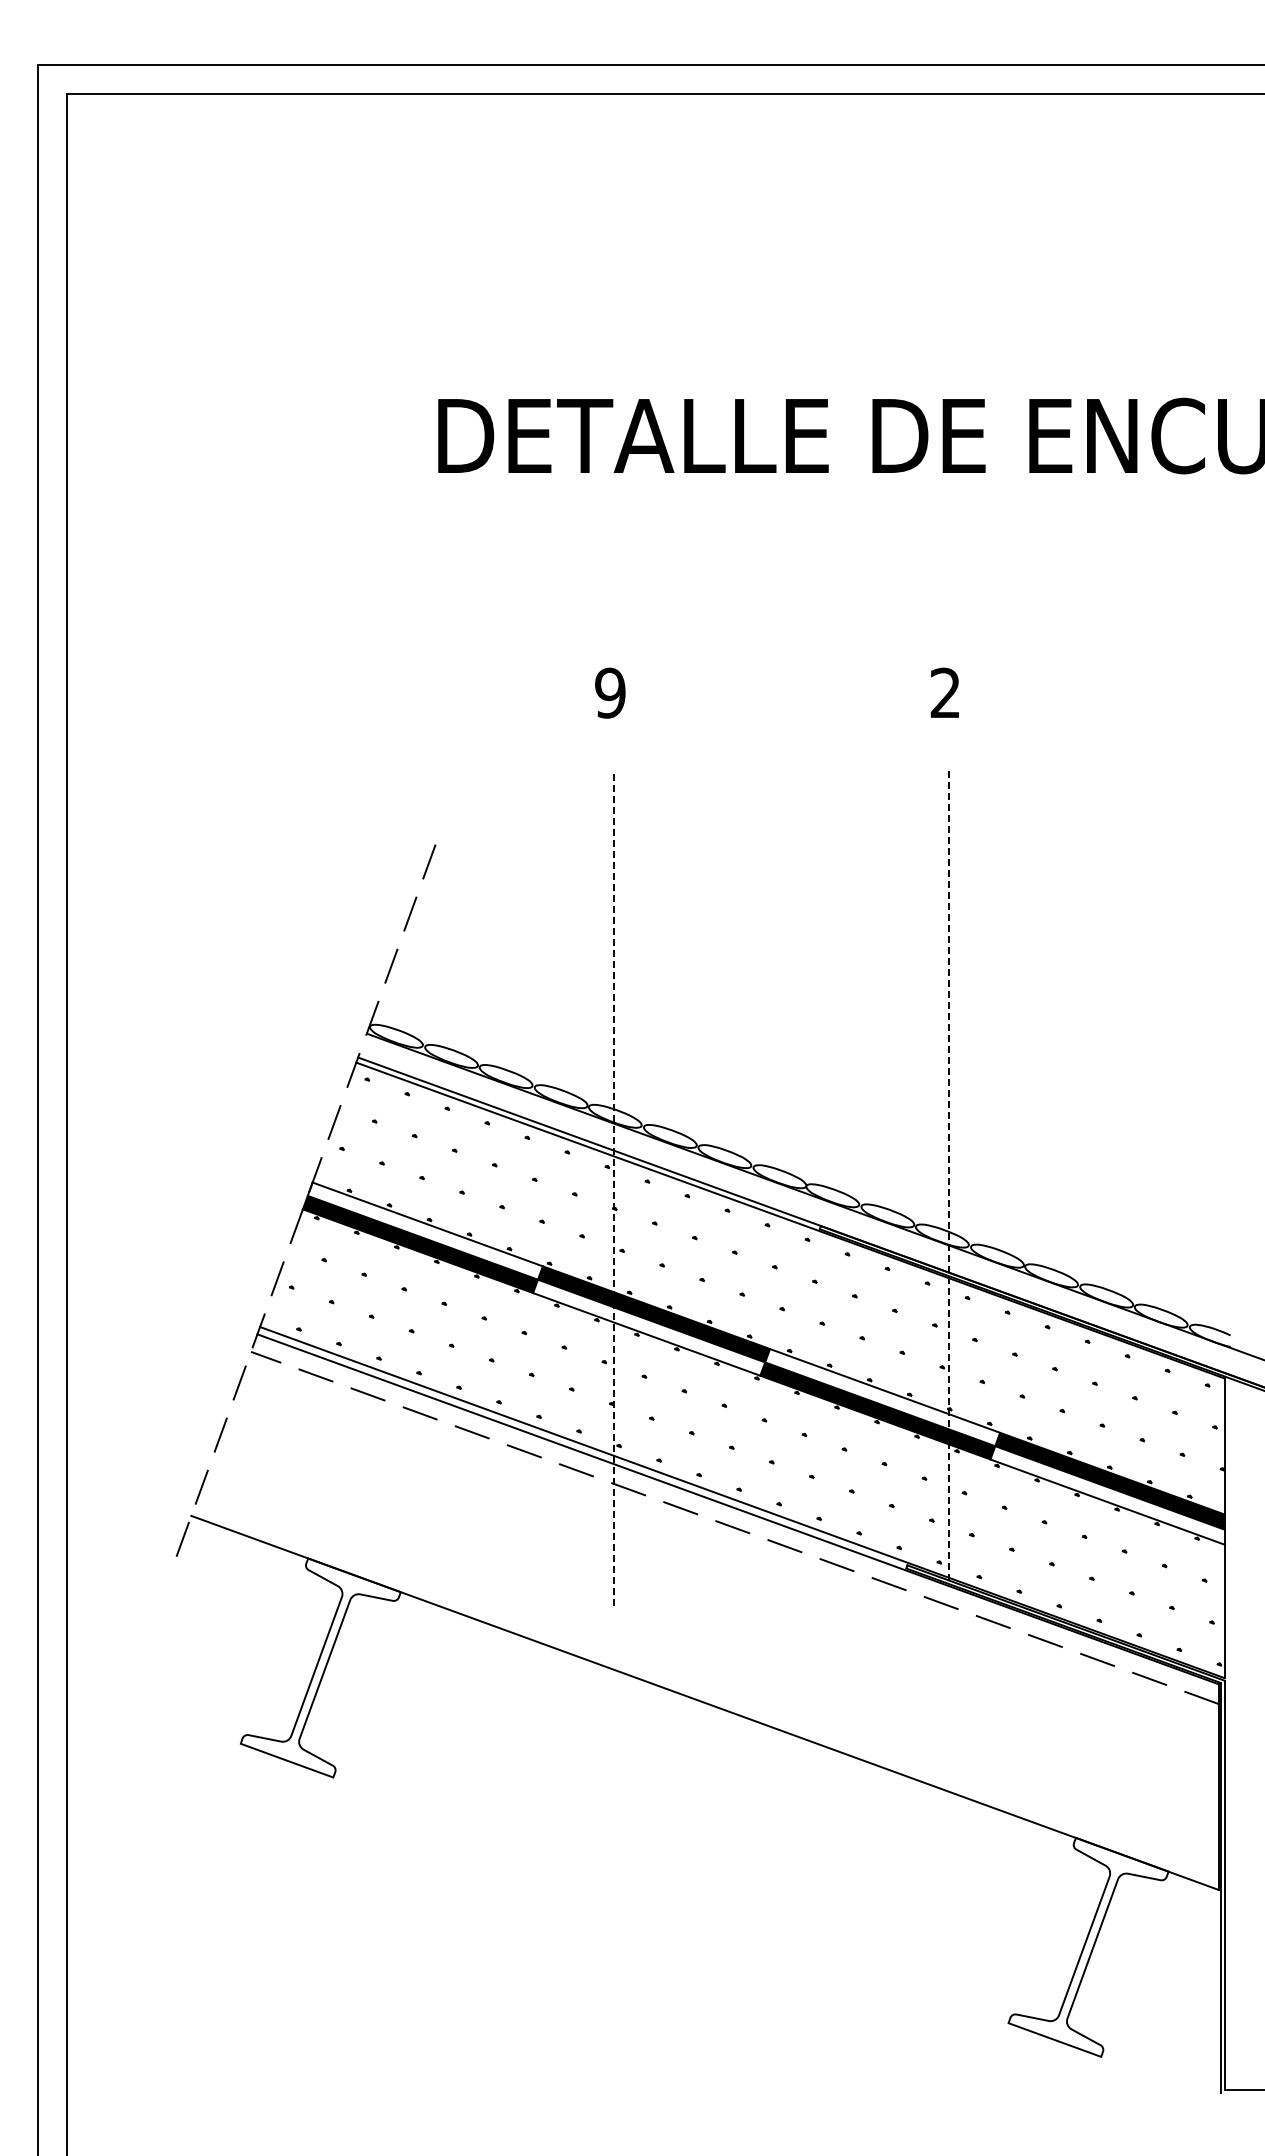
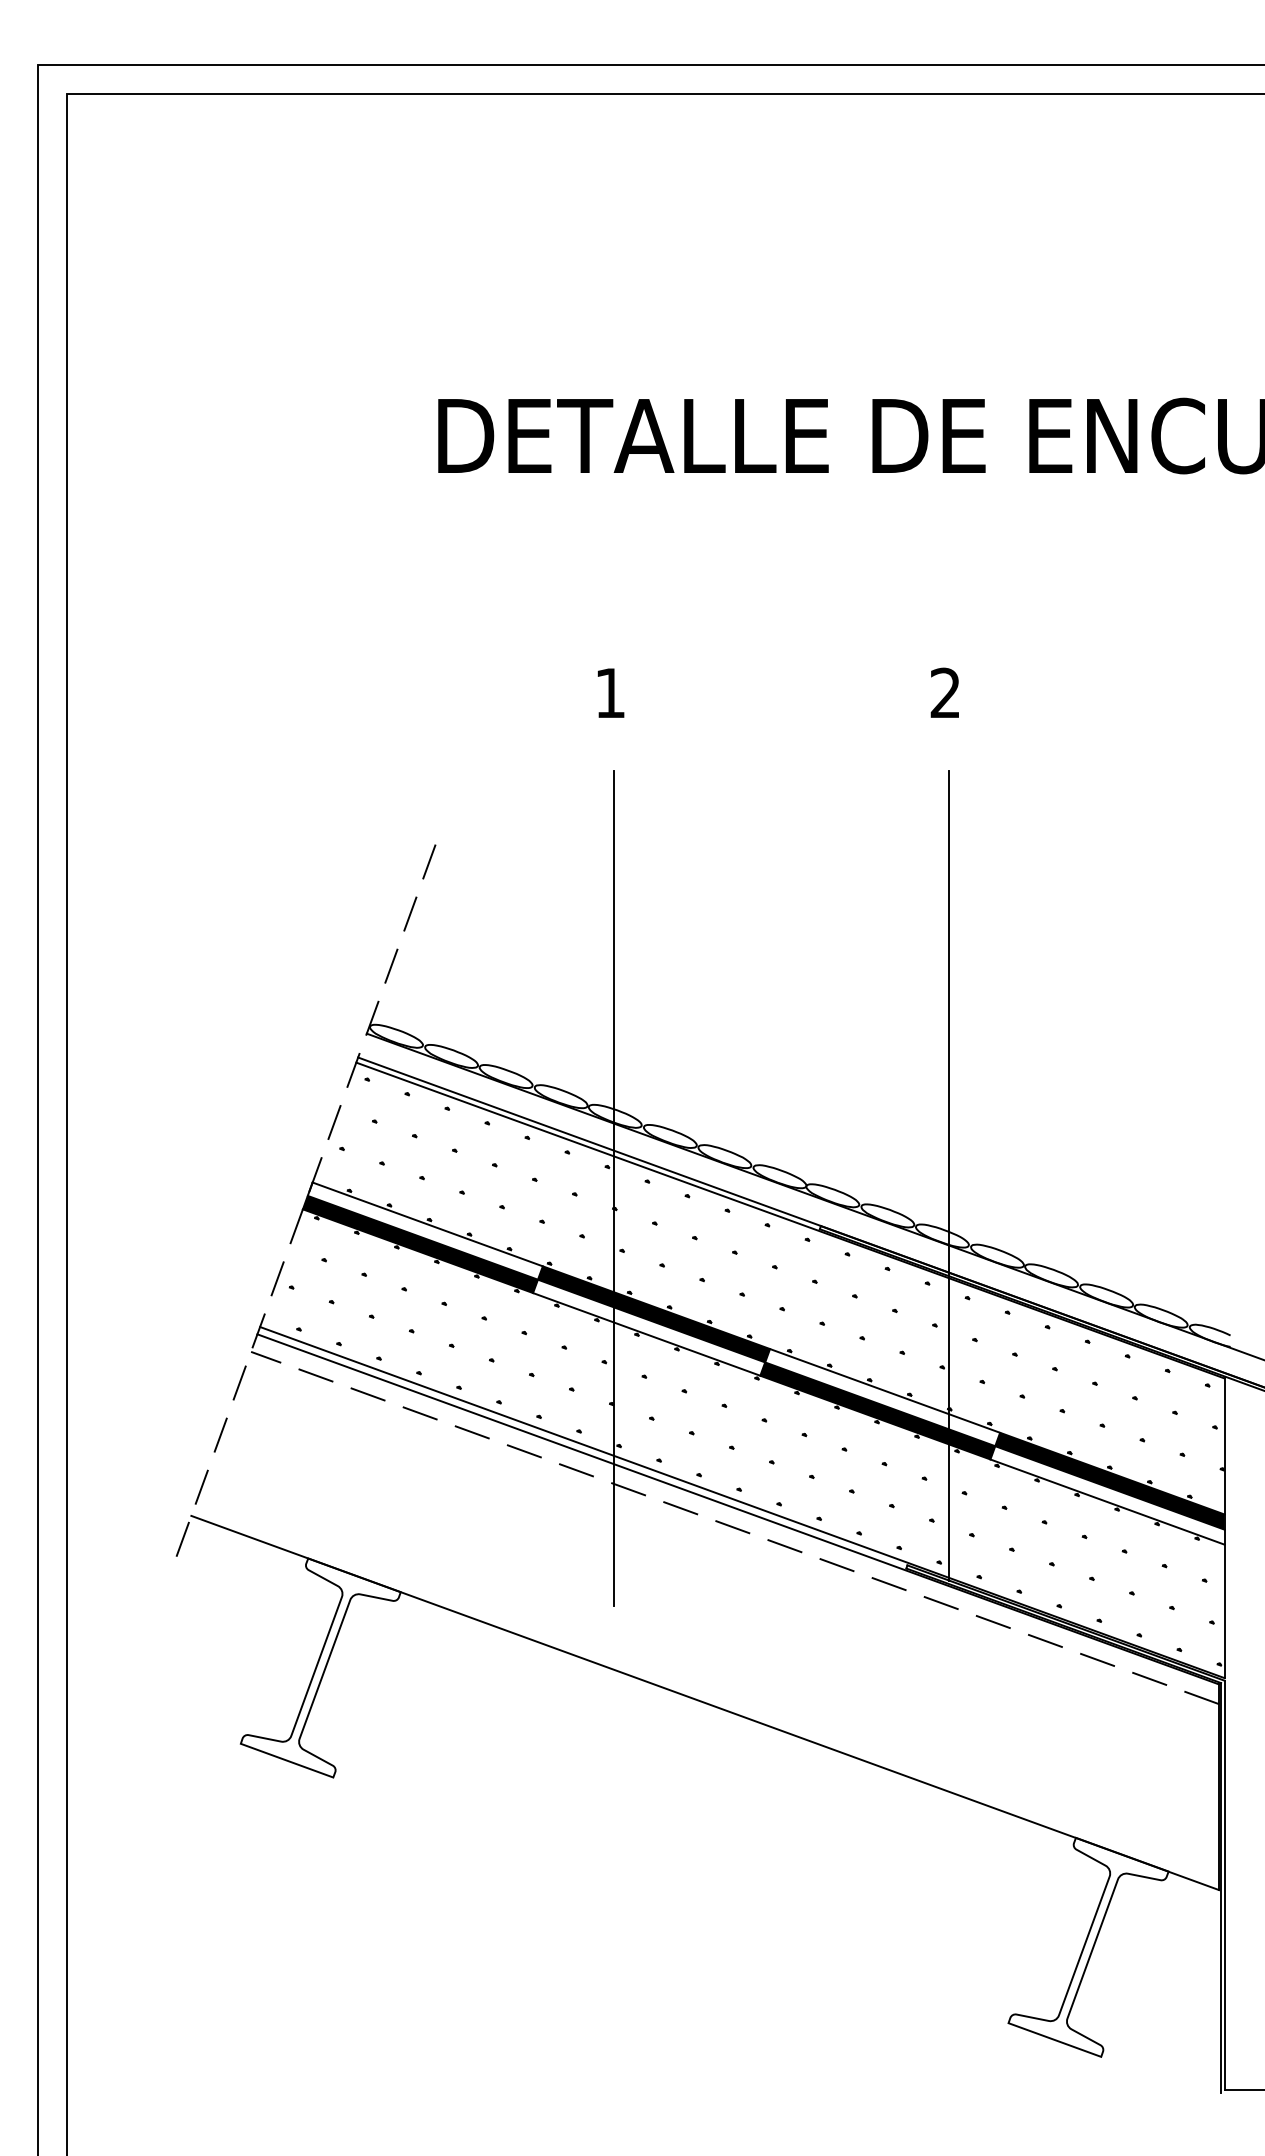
text at (610, 692): 9 -> 1
line at (949, 1175): dashed -> solid
line at (614, 1188): dashed -> solid
